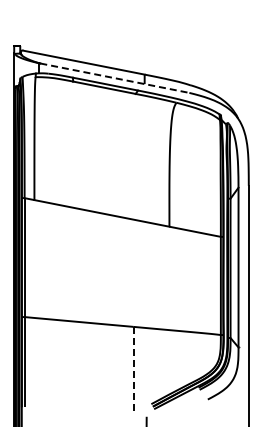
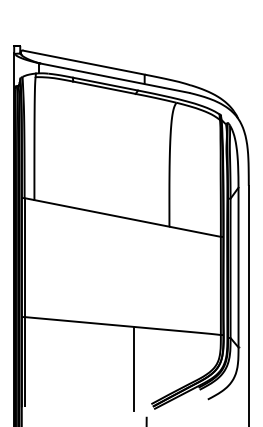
line at (114, 78): dashed -> solid
line at (133, 369): dashed -> solid
